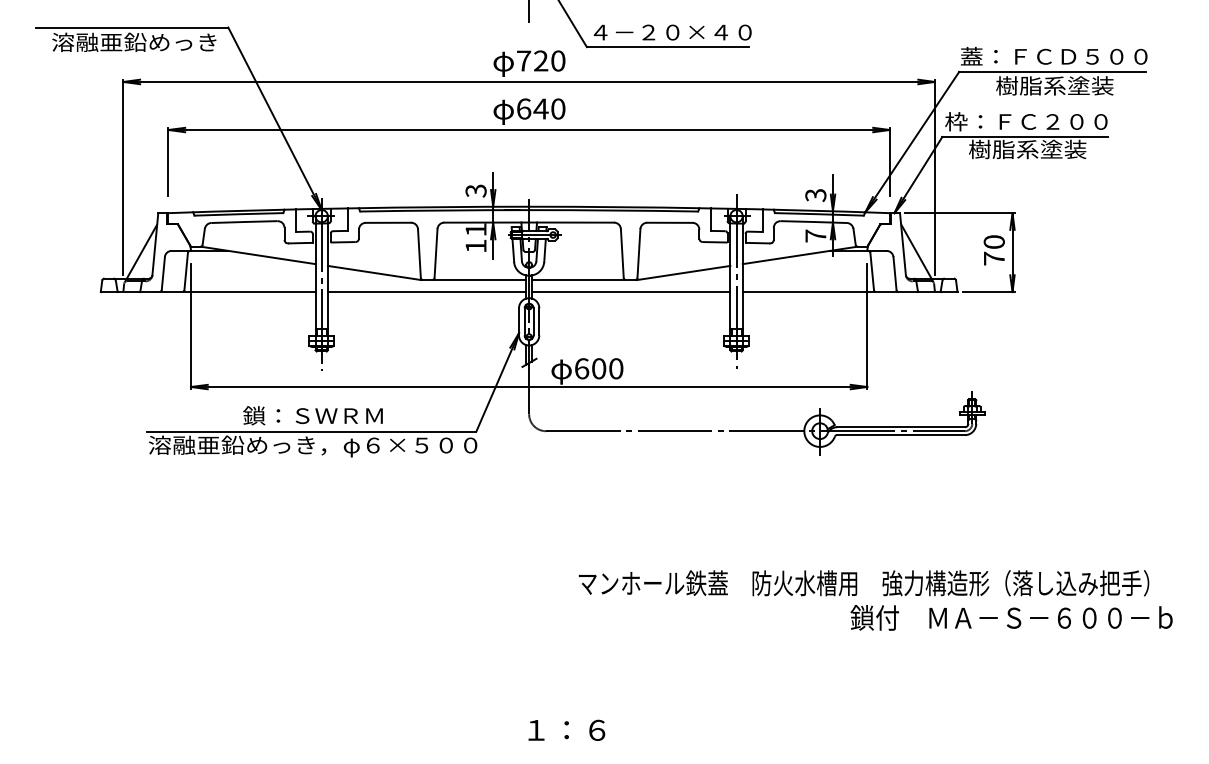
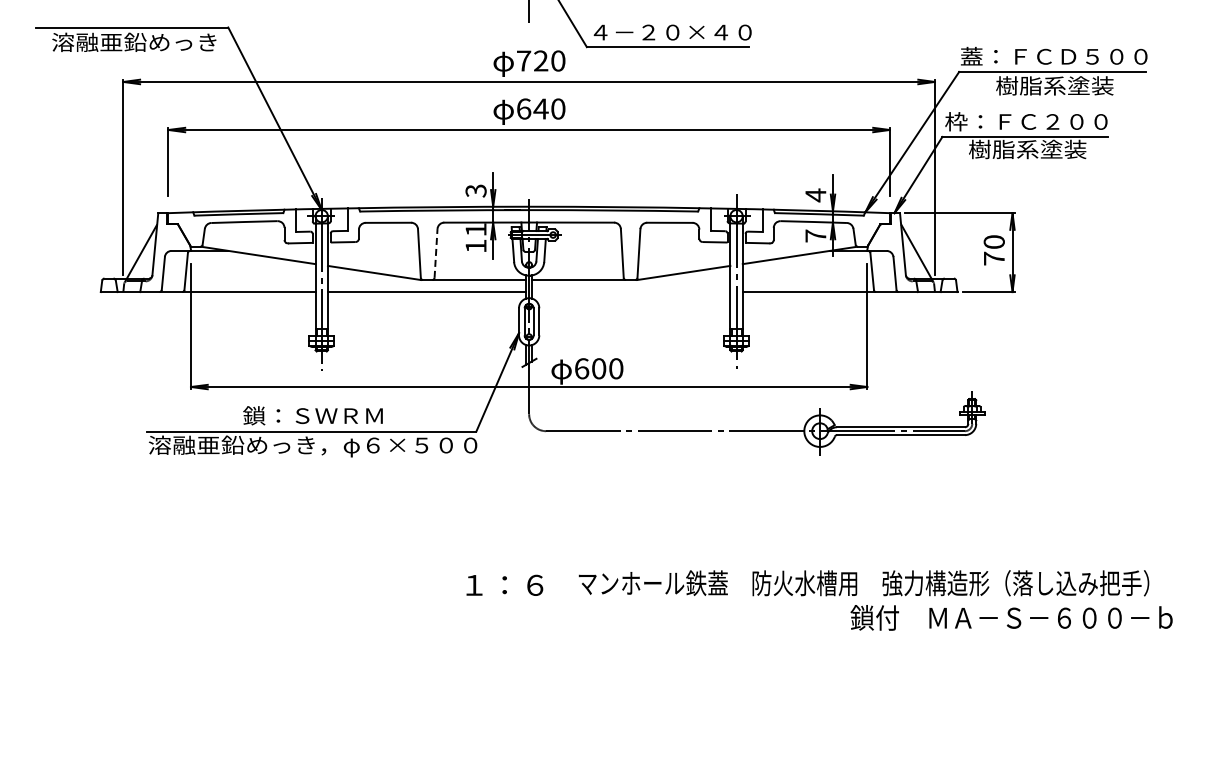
text at (815, 195): 3 -> 4
line at (436, 252): solid -> dashed
line at (630, 292): present -> none
text at (566, 729) position: (566, 729) -> (504, 584)
